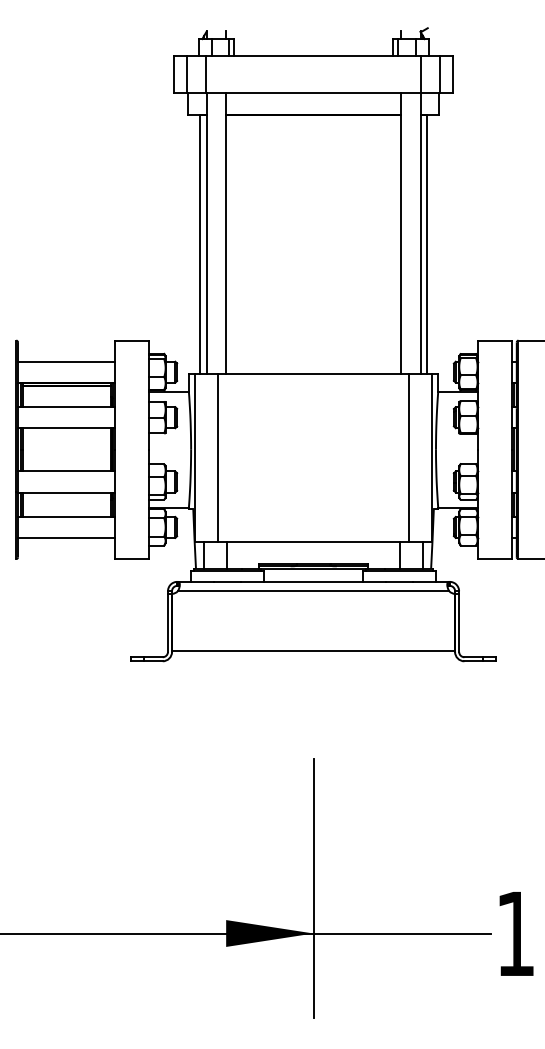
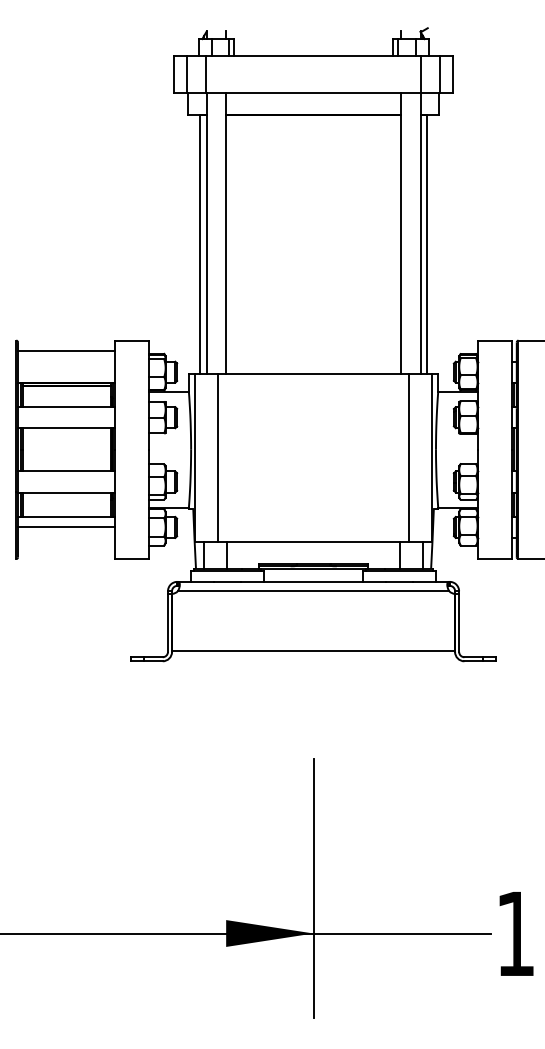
line at (66, 361) position: (66, 361) -> (66, 350)
line at (66, 537) position: (66, 537) -> (66, 526)
